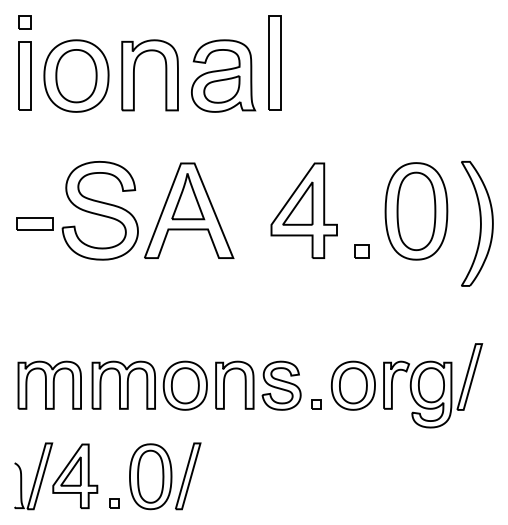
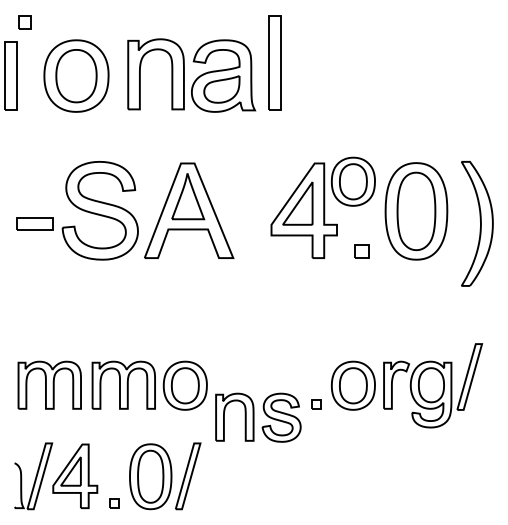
part at (24, 75) position: (24, 75) -> (10, 75)
part at (134, 75) position: (134, 75) -> (140, 74)
part at (353, 181): none -> present
part at (258, 385) position: (258, 385) -> (258, 417)
